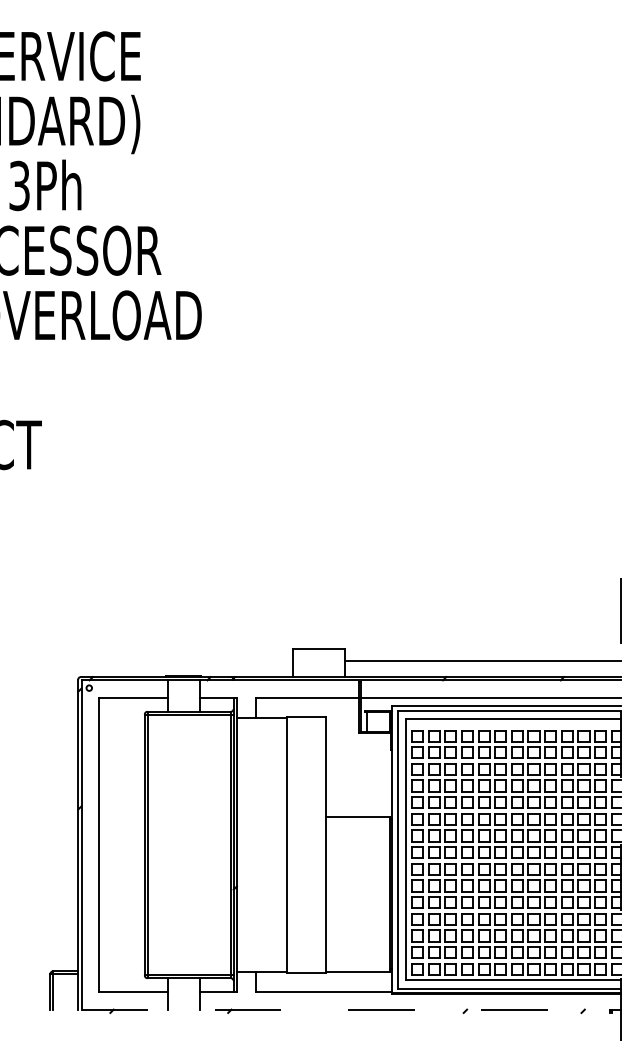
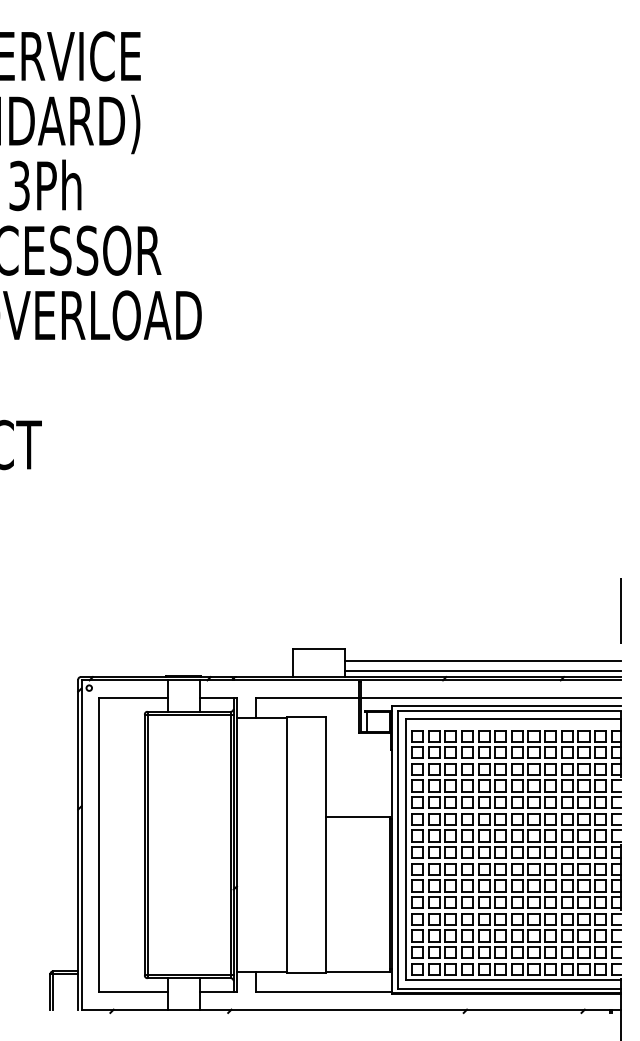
line at (482, 670): none -> present
line at (346, 1009): dashed -> solid
